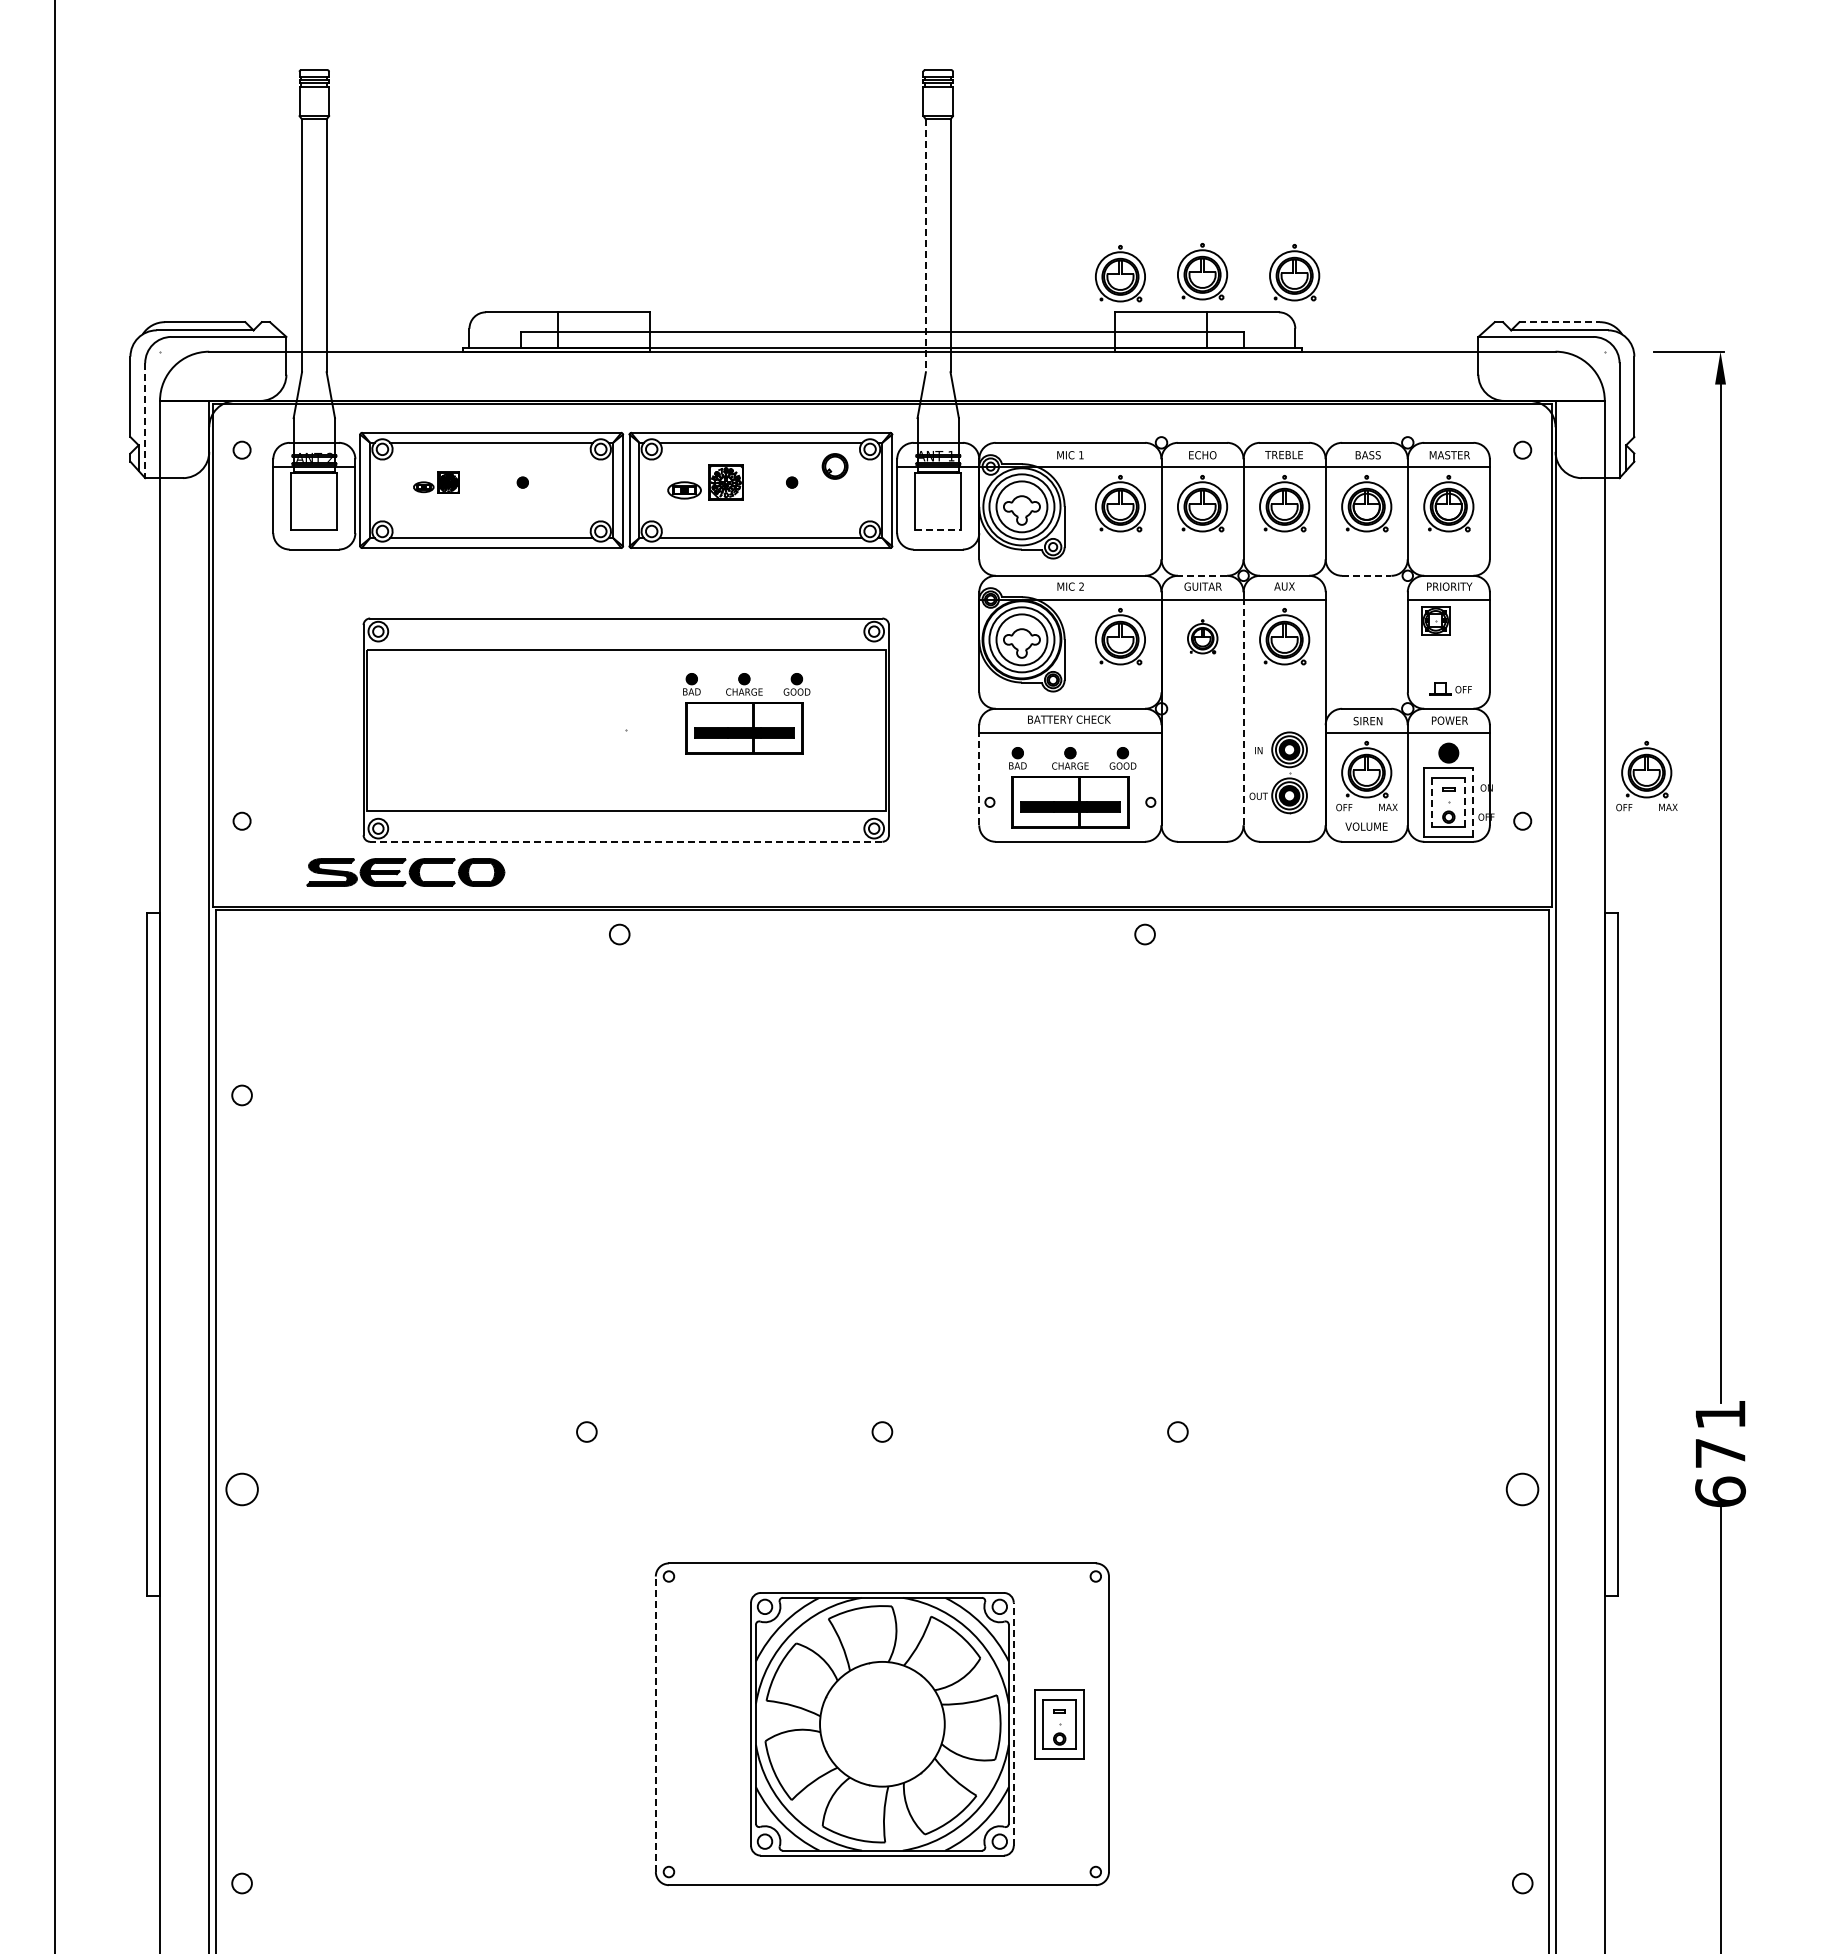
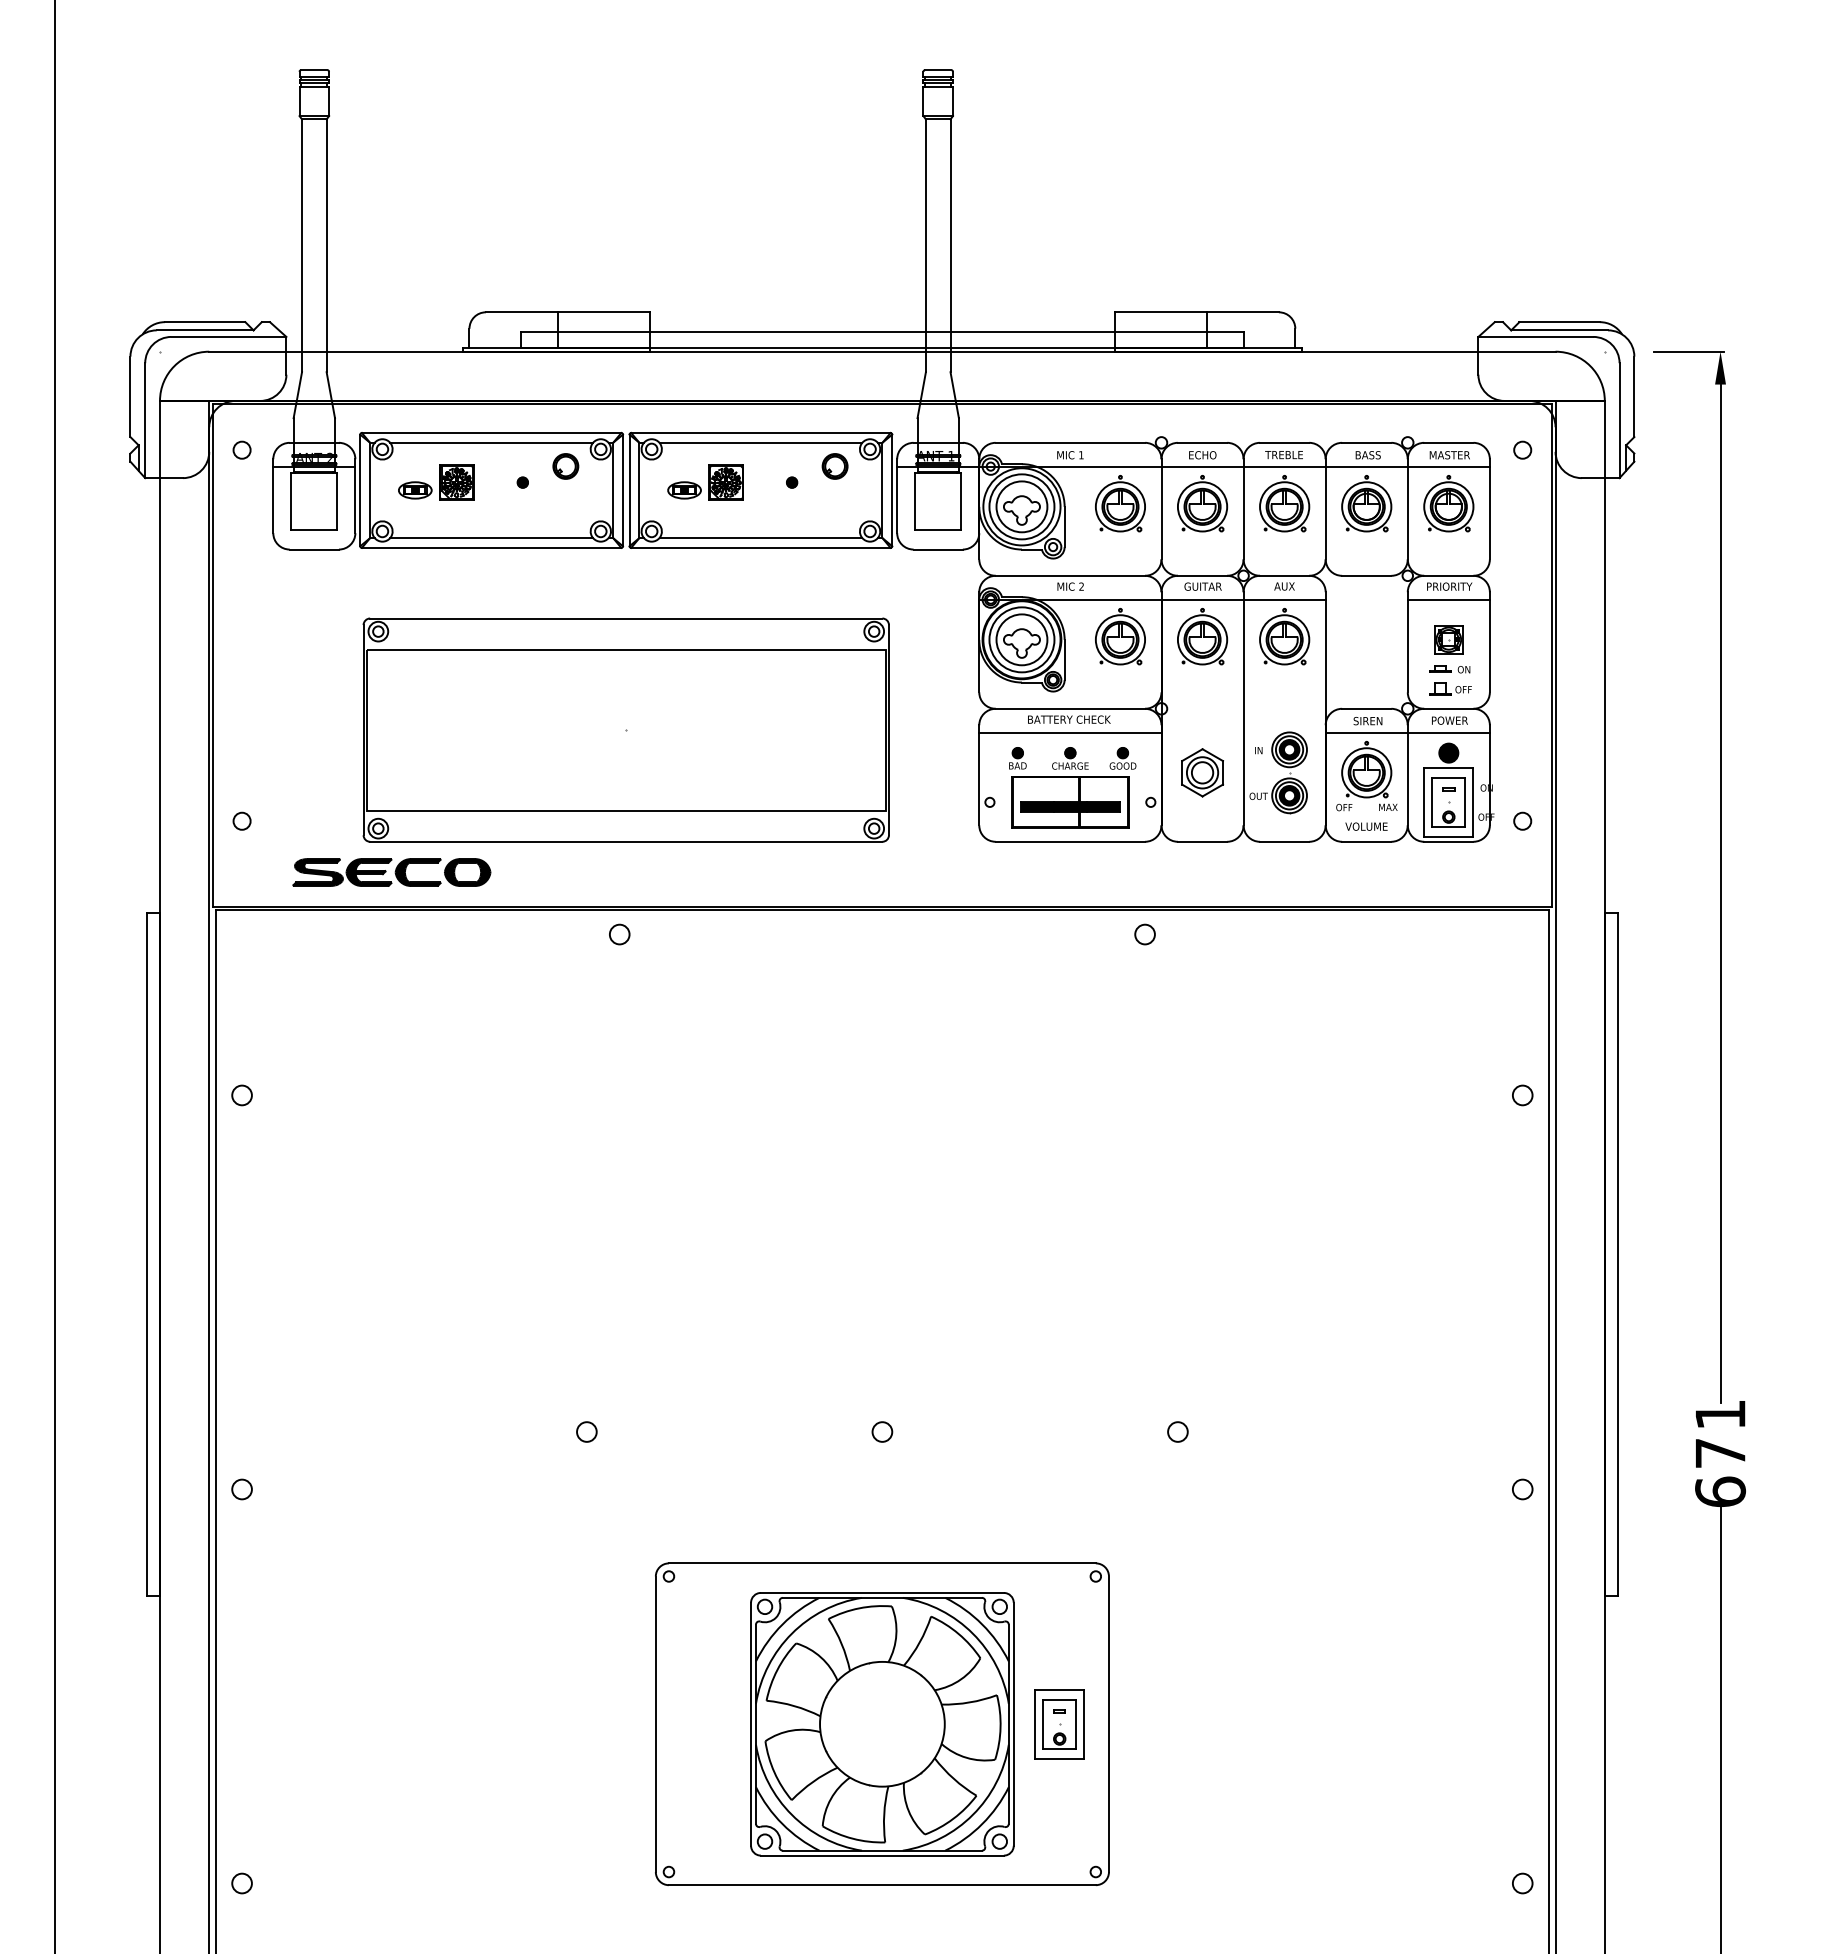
line at (925, 246): dashed -> solid
part at (1202, 271): present -> none
part at (1294, 272): present -> none
part at (1120, 273): present -> none
line at (1560, 322): dashed -> solid
line at (145, 421): dashed -> solid
part at (565, 466): none -> present
part at (436, 482) size: 47x23 px -> 77x37 px
line at (938, 529): dashed -> solid
line at (1202, 575): dashed -> solid
line at (1366, 575): dashed -> solid
part at (1435, 620) position: (1435, 620) -> (1448, 639)
part at (1202, 636) size: 32x36 px -> 52x58 px
part at (1449, 669): none -> present
line at (1243, 712): dashed -> solid
part at (746, 713): present -> none
part at (1202, 772): none -> present
part at (1646, 776): present -> none
line at (979, 779): dashed -> solid
line at (1473, 801): dashed -> solid
line at (1432, 802): dashed -> solid
line at (1465, 802): dashed -> solid
line at (625, 841): dashed -> solid
part at (405, 872) position: (405, 872) -> (391, 872)
circle at (1522, 1095): none -> present
circle at (241, 1489) size: 34x35 px -> 22x23 px
circle at (1522, 1489) size: 35x35 px -> 22x23 px
line at (1013, 1723): dashed -> solid
line at (655, 1724): dashed -> solid
